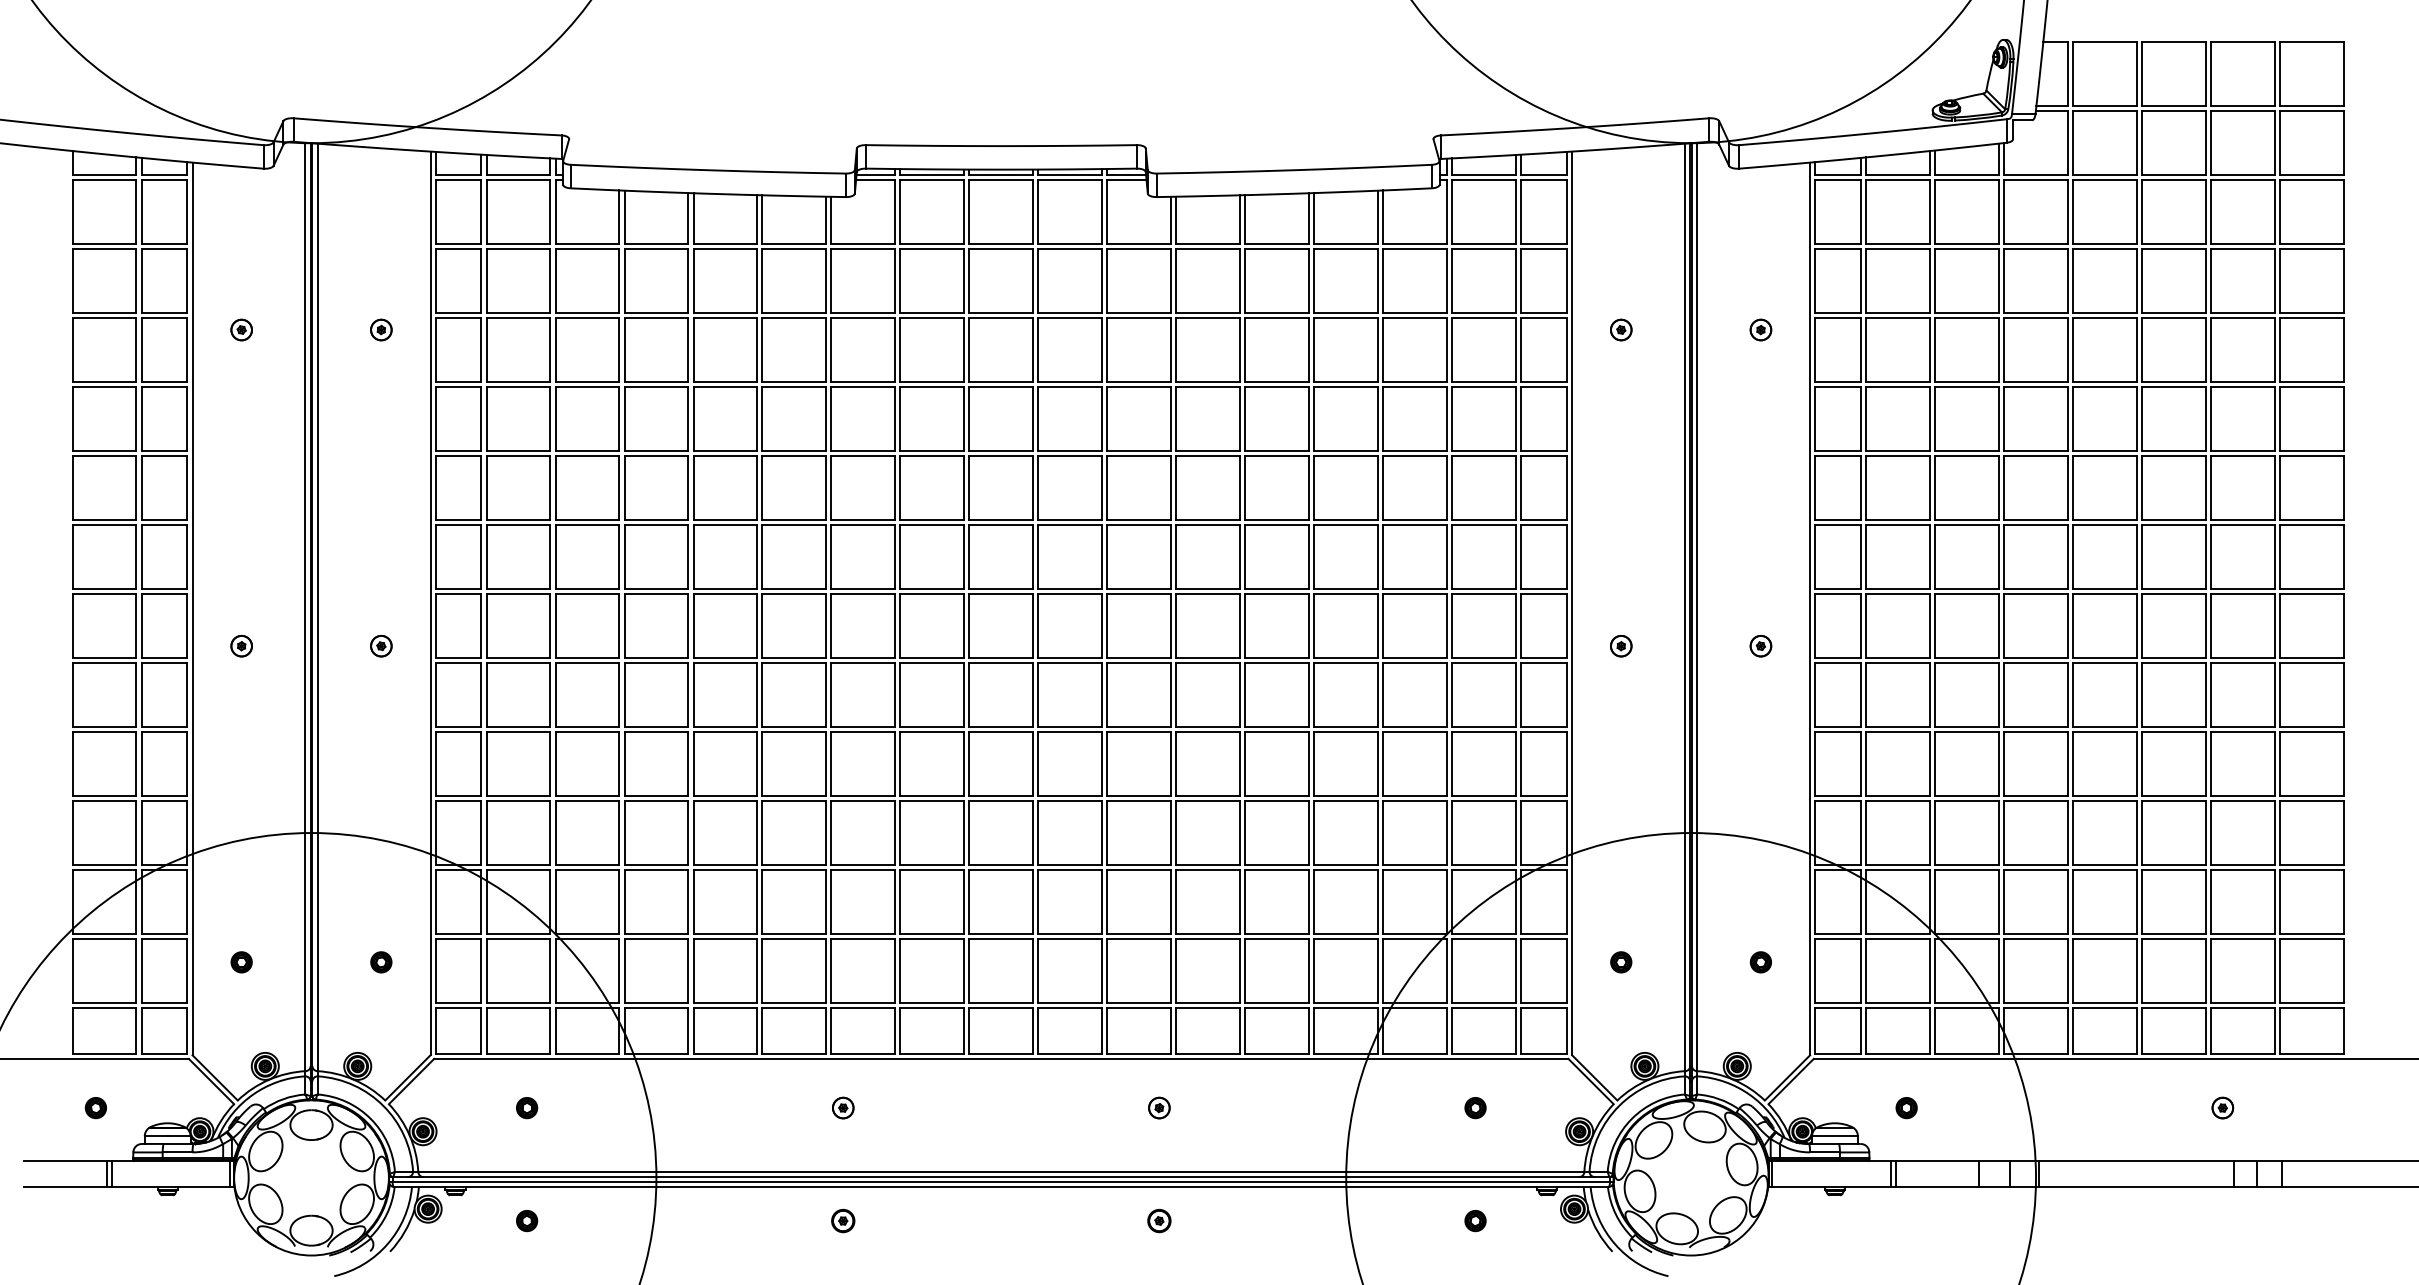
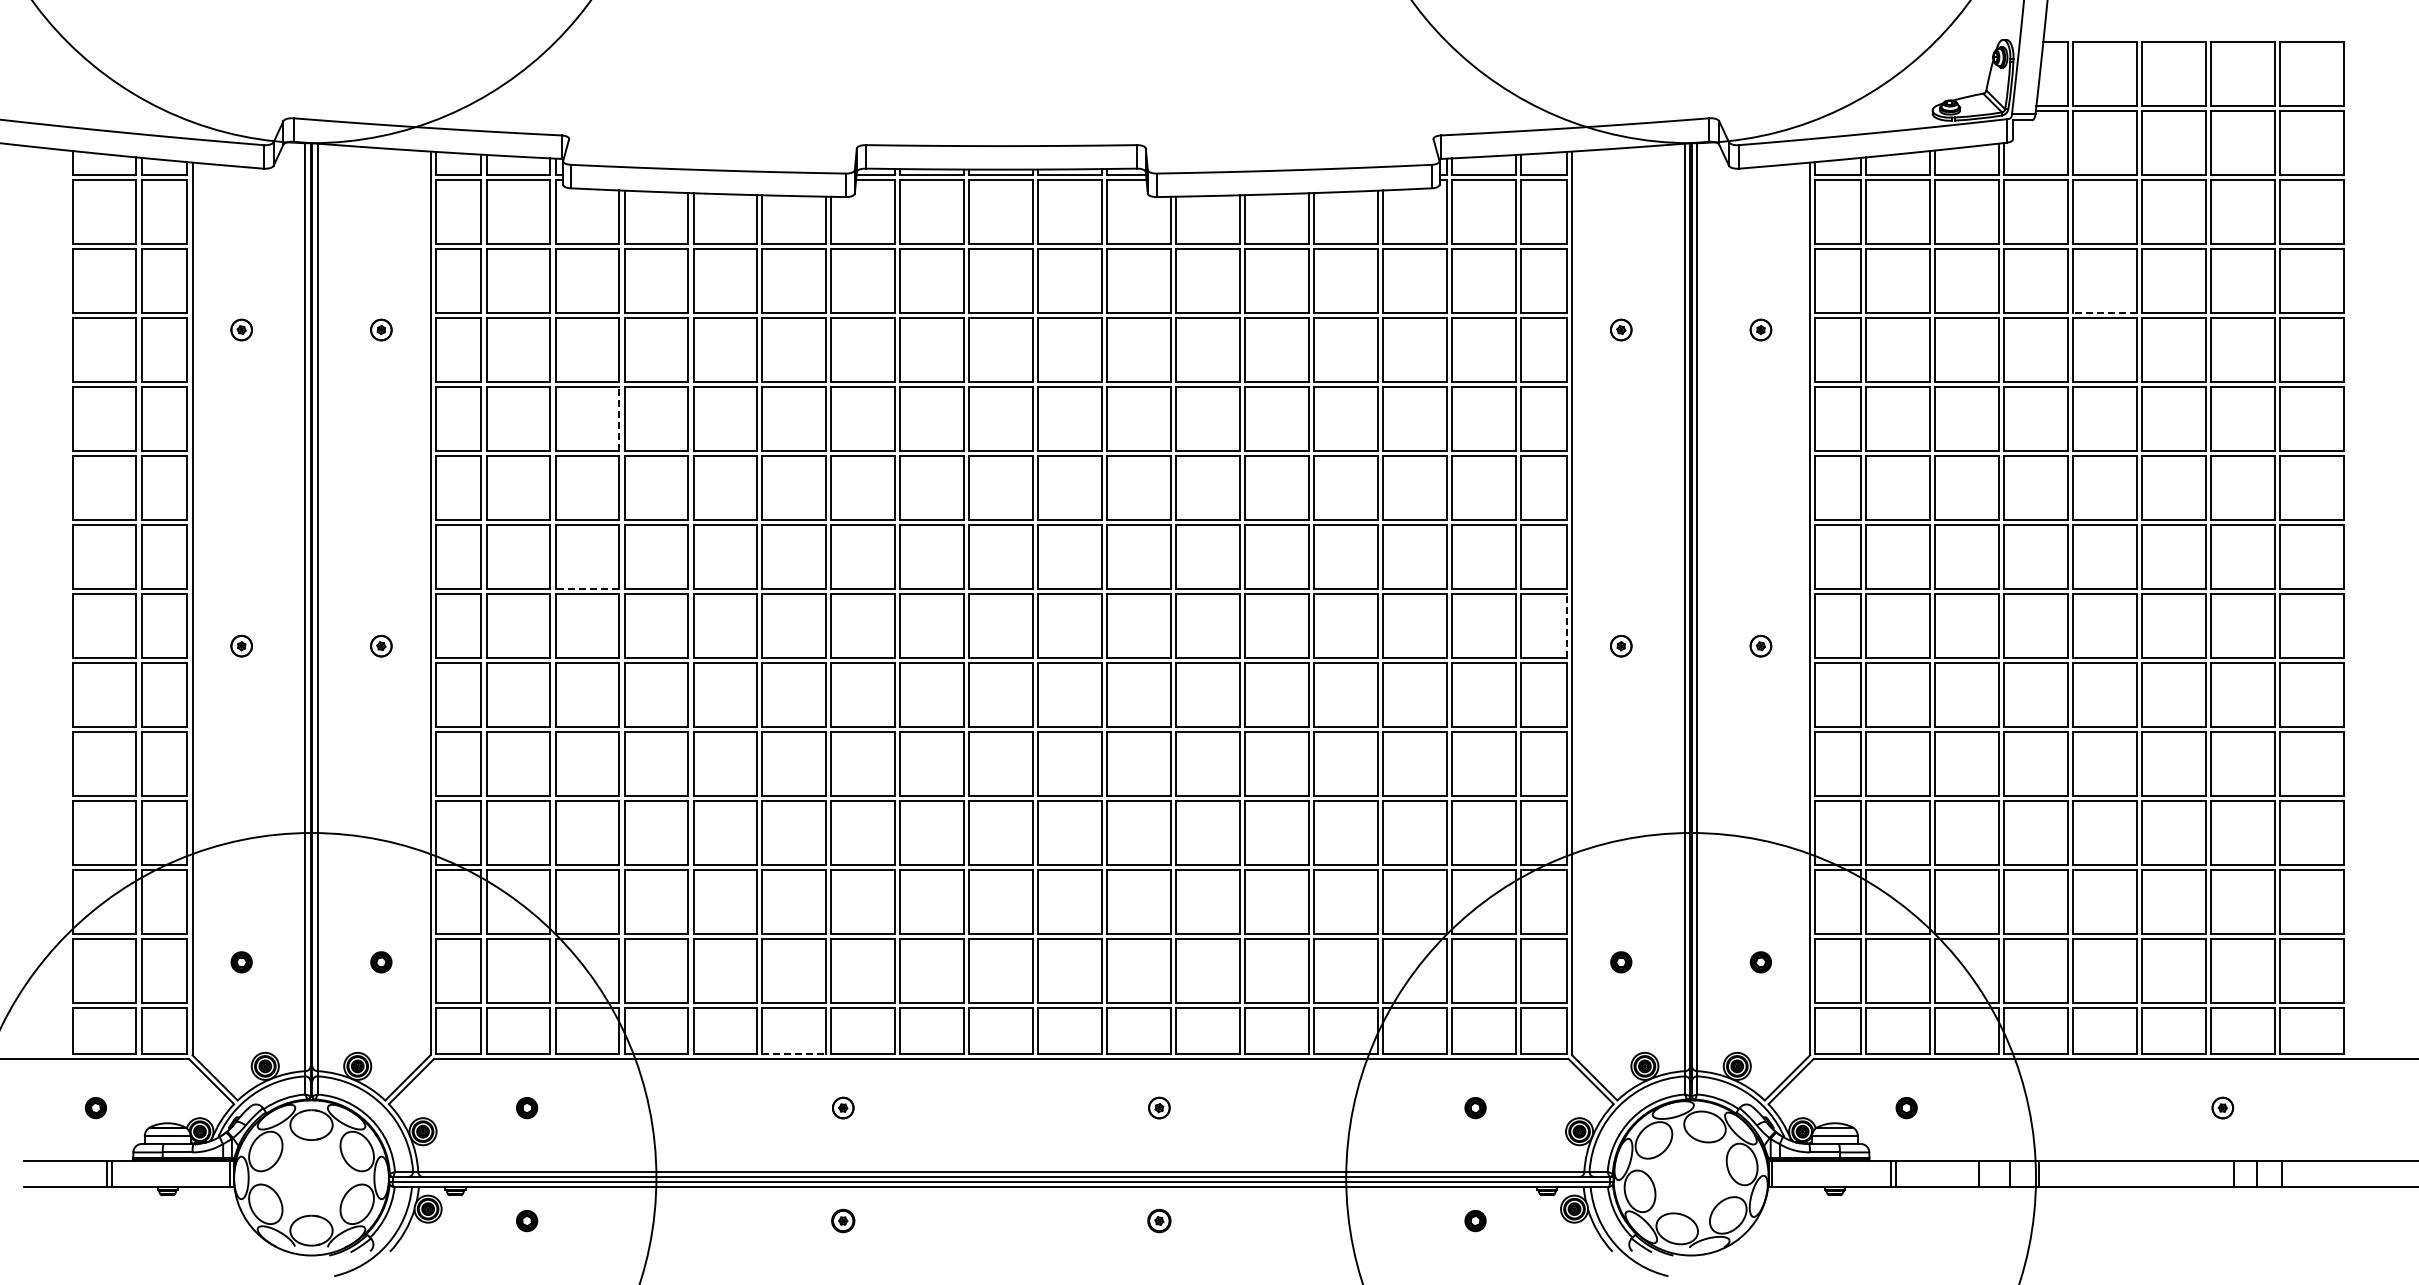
line at (2104, 313): solid -> dashed
line at (619, 419): solid -> dashed
line at (587, 589): solid -> dashed
line at (1566, 626): solid -> dashed
line at (794, 1053): solid -> dashed
